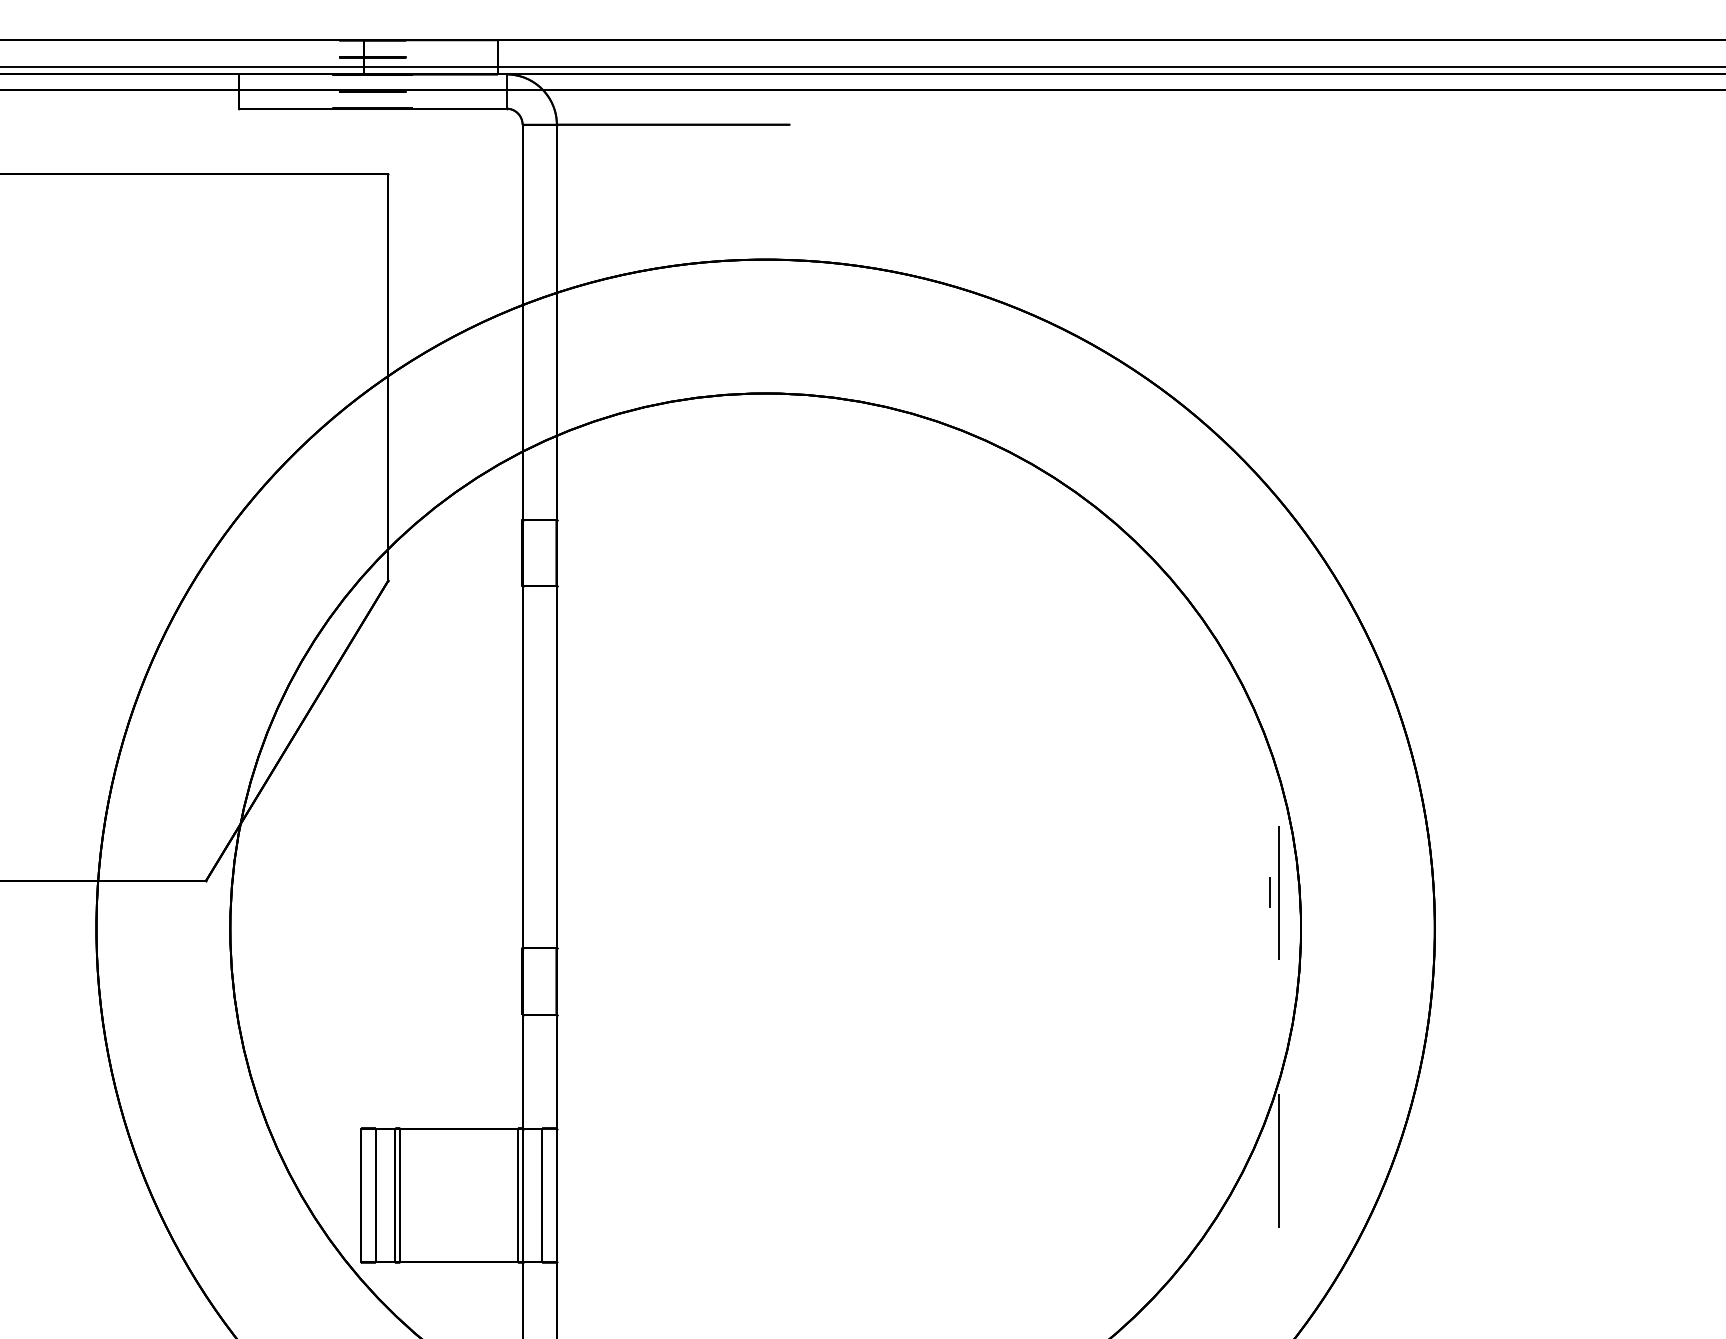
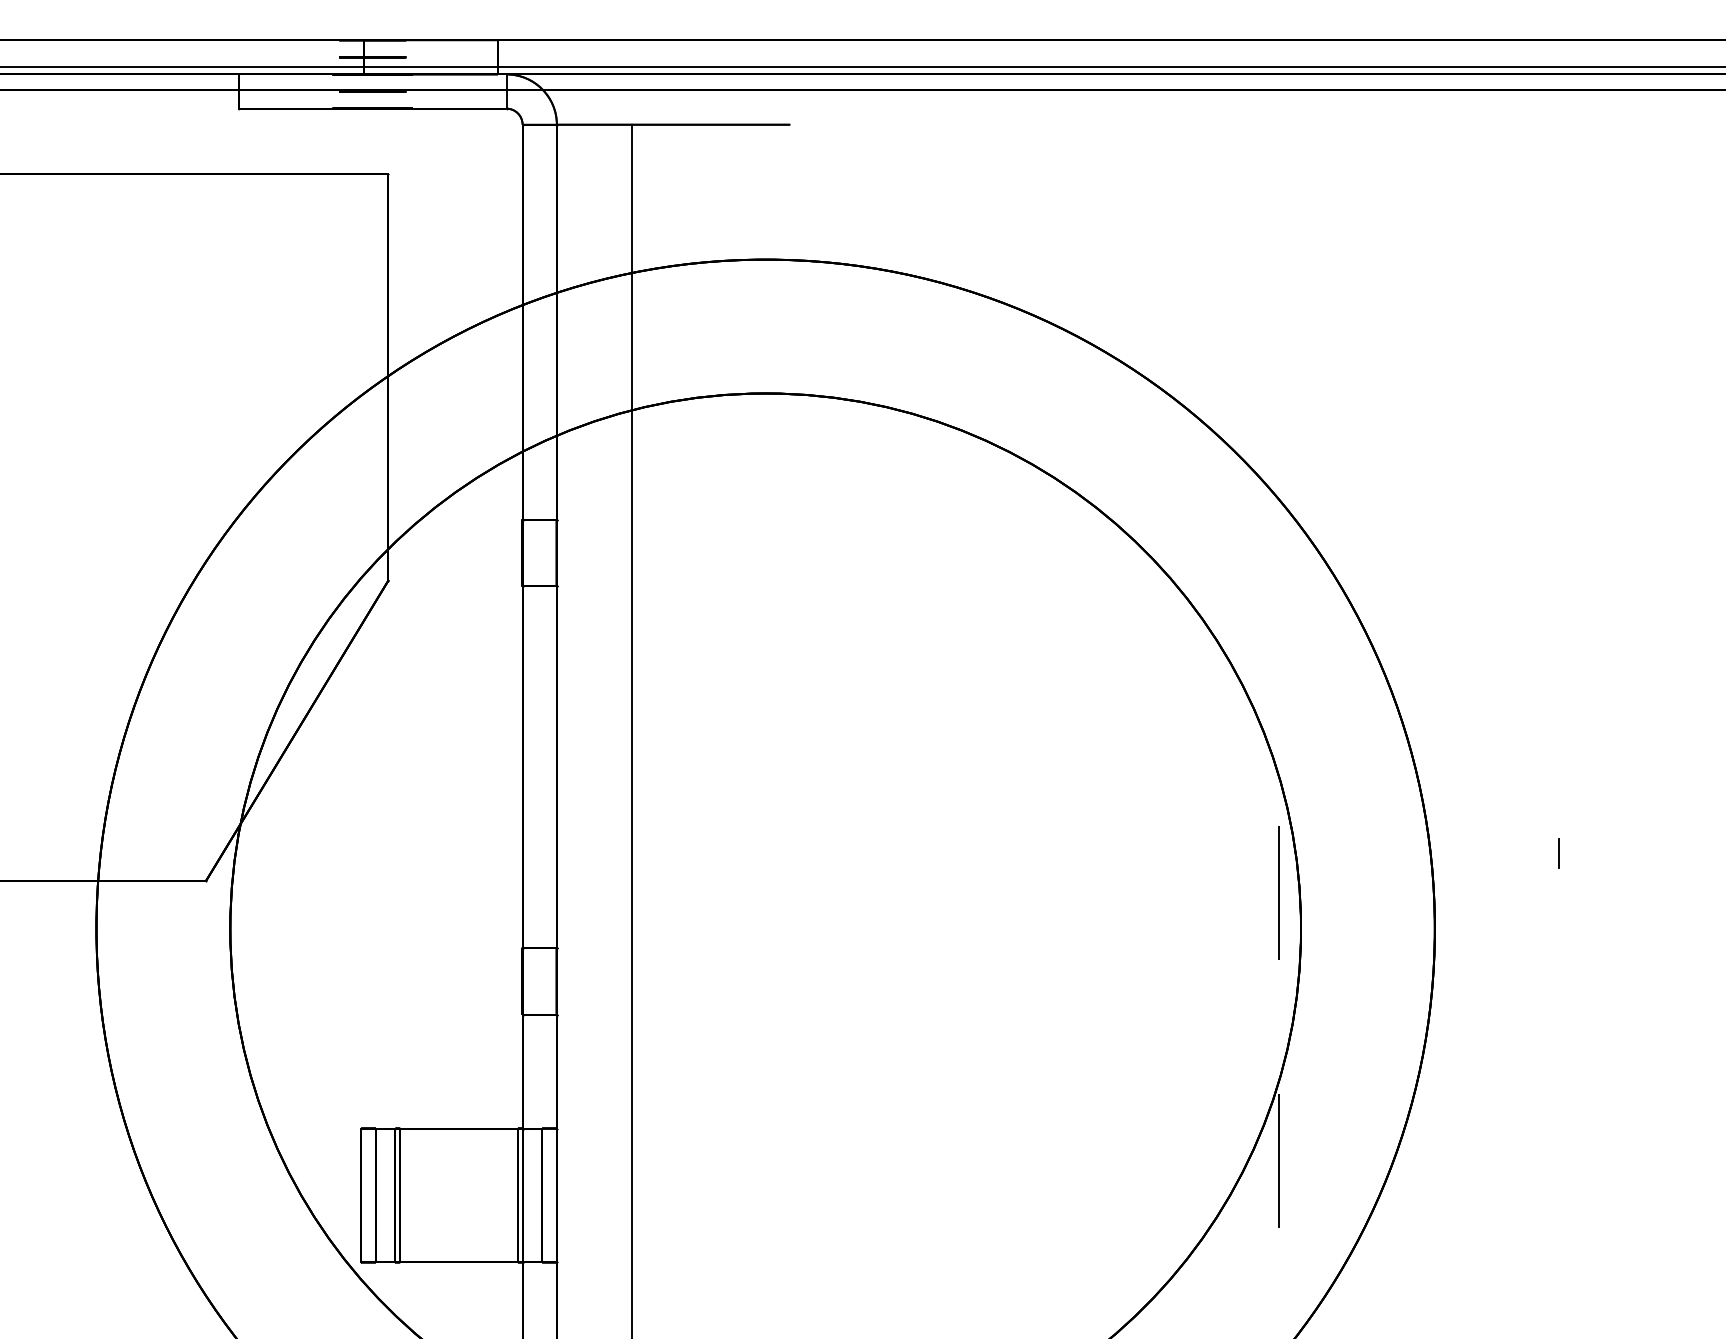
line at (631, 729): none -> present
line at (1269, 892) position: (1269, 892) -> (1558, 853)
